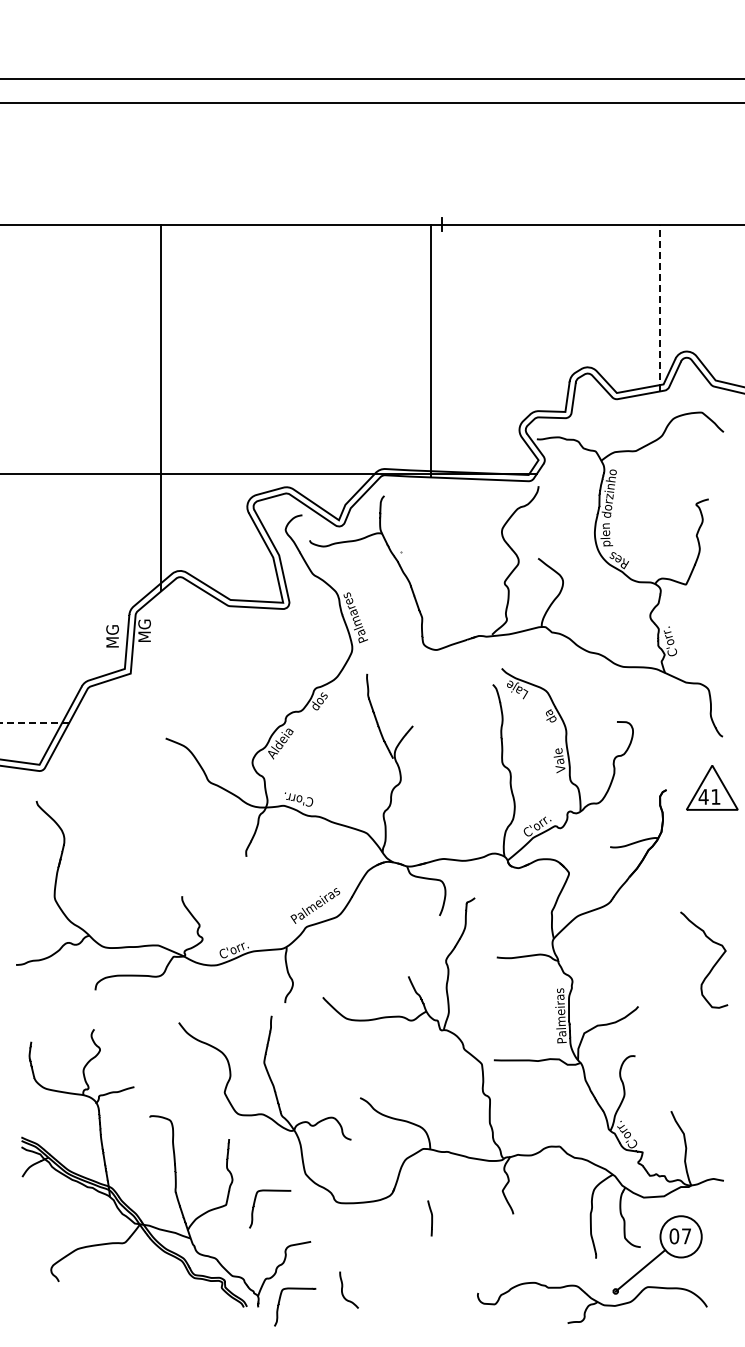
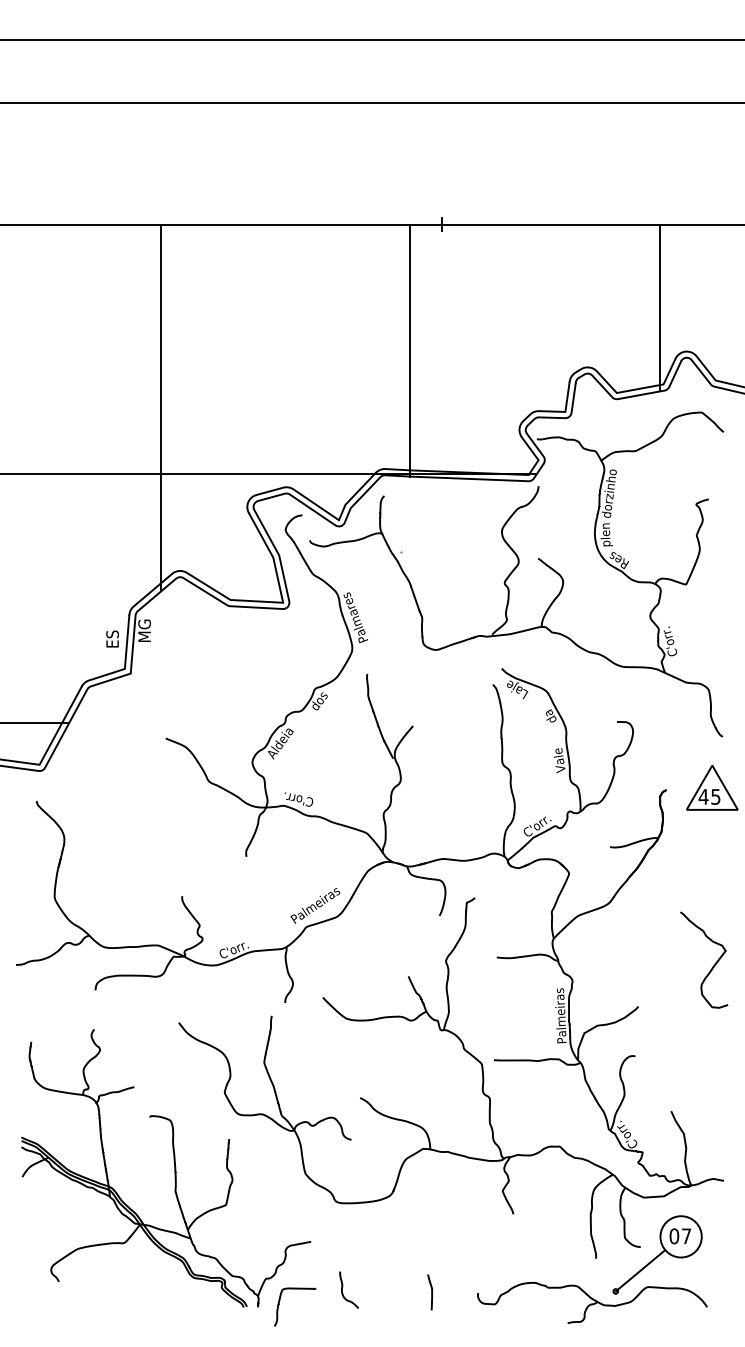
line at (371, 79) position: (371, 79) -> (371, 40)
line at (659, 307): dashed -> solid
line at (431, 350) position: (431, 350) -> (410, 350)
text at (112, 635): MG -> ES
line at (34, 722): dashed -> solid
text at (715, 796): 41 -> 45
curve at (255, 1203): present -> none
curve at (431, 1218) position: (431, 1218) -> (431, 1292)
